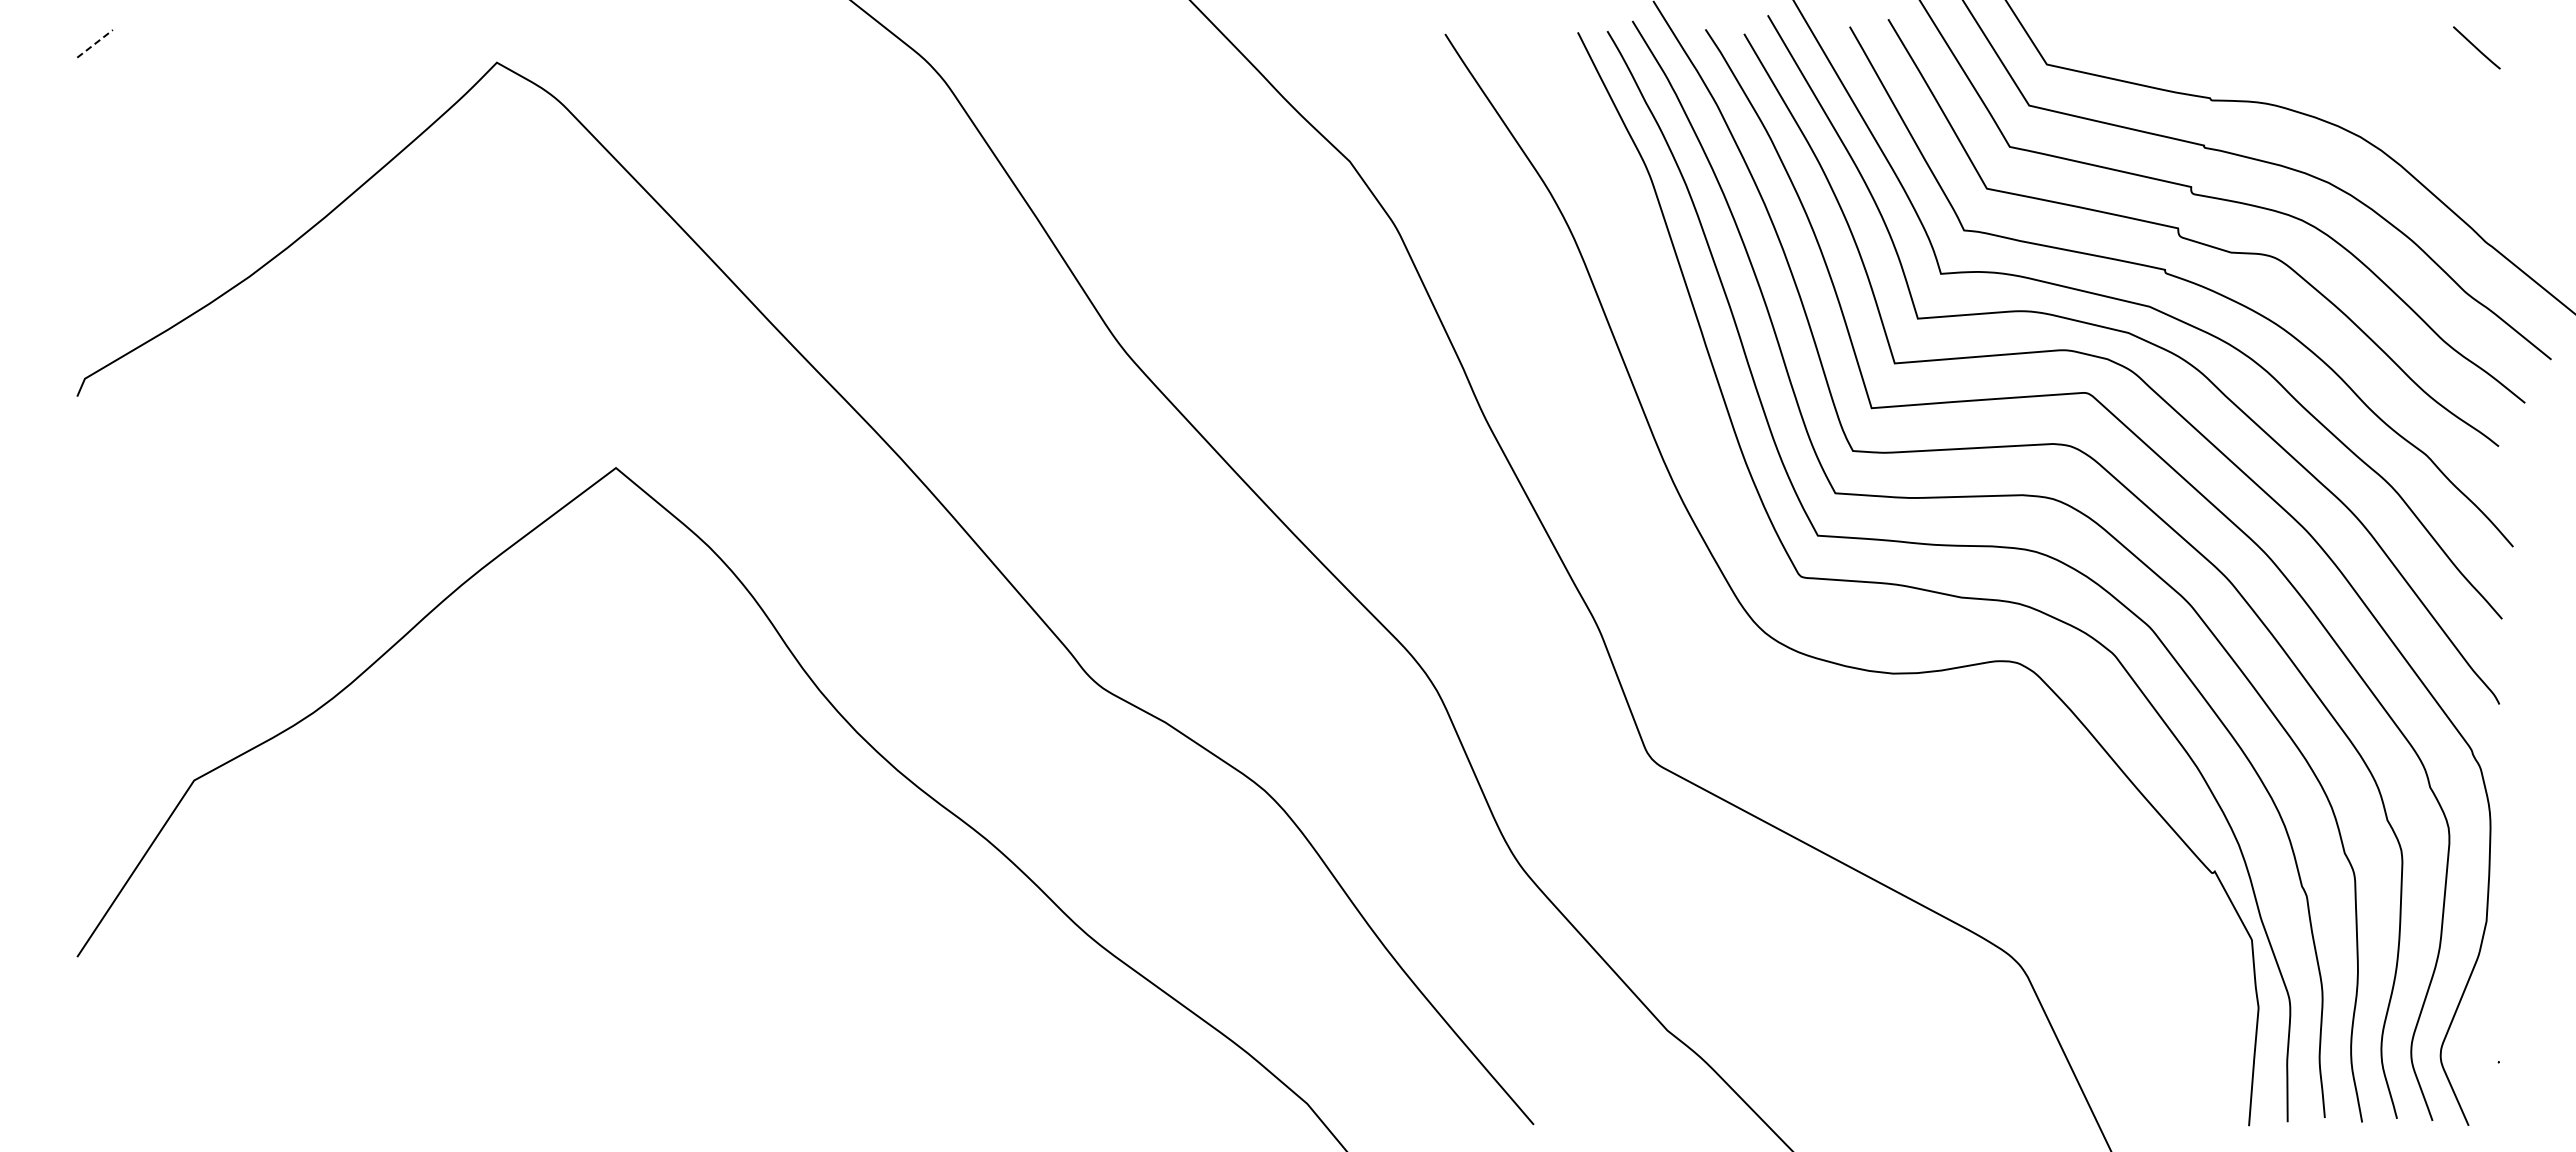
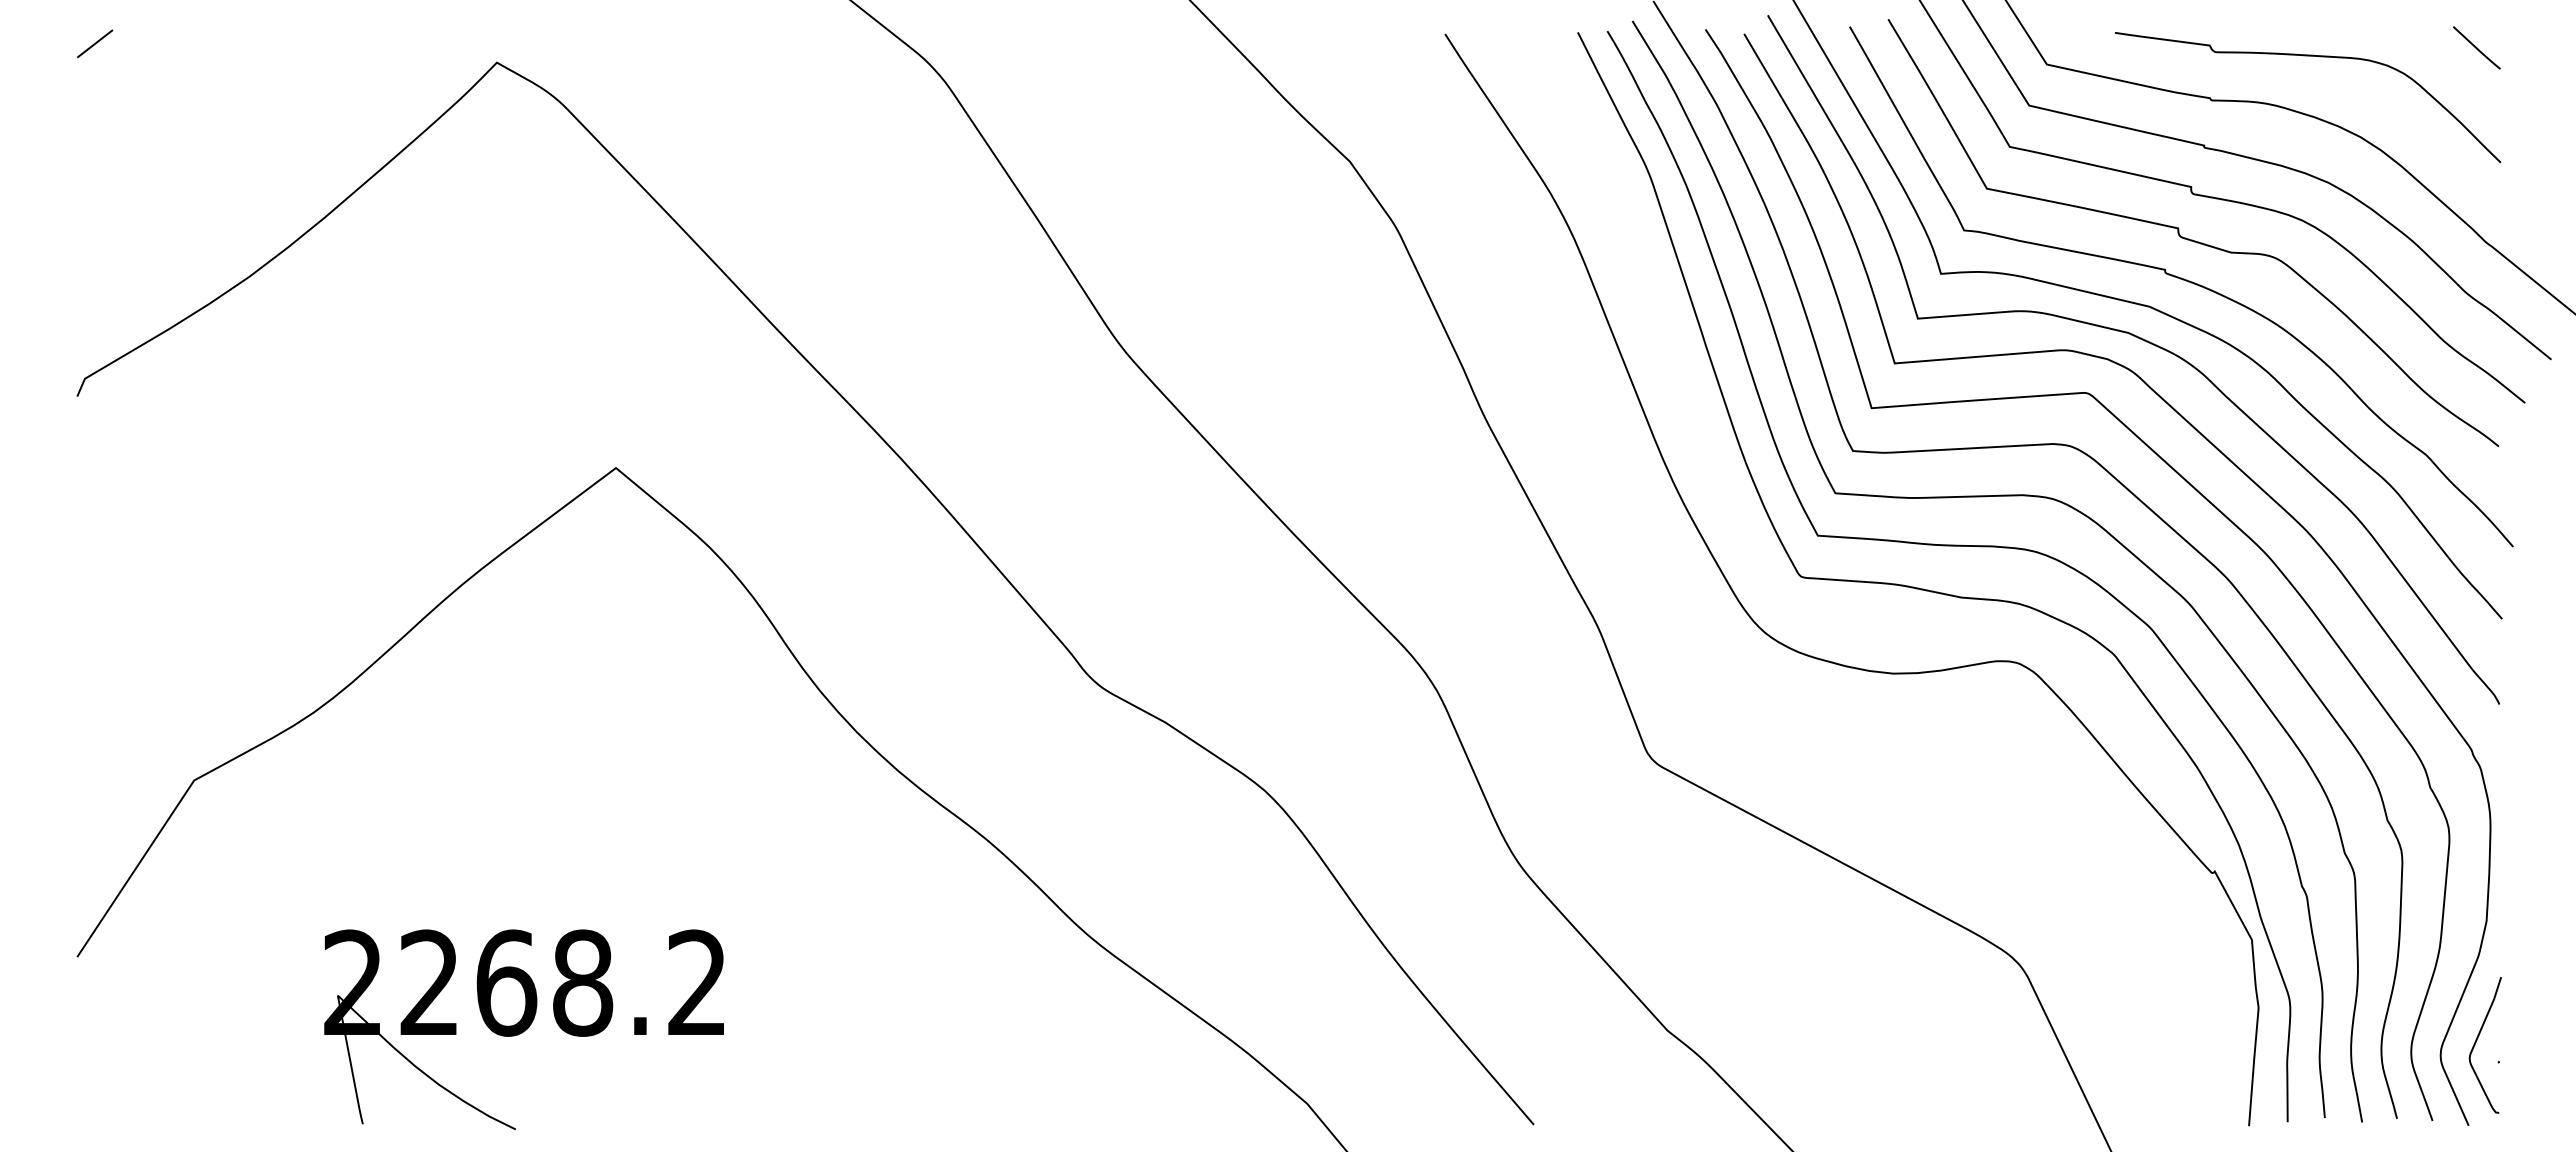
line at (95, 43): dashed -> solid
part at (2307, 56): none -> present
part at (523, 1029): none -> present
curve at (2476, 1042): none -> present
